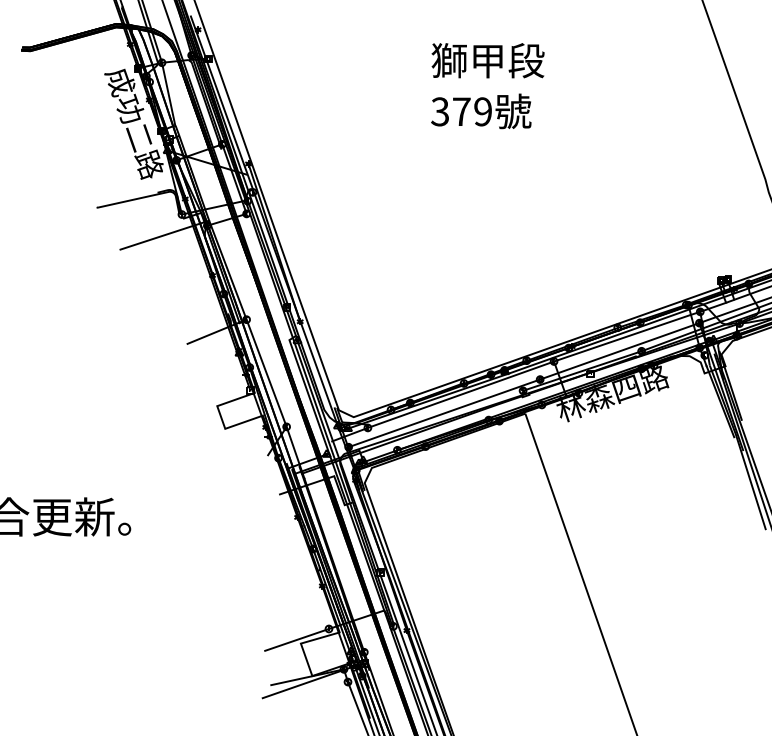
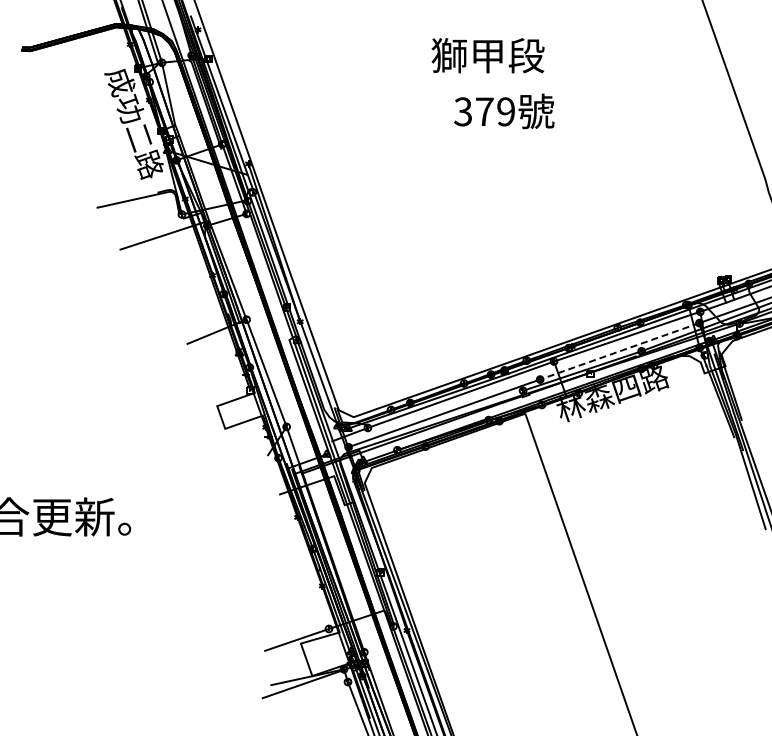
text at (487, 60) position: (487, 60) -> (487, 55)
text at (481, 111) position: (481, 111) -> (504, 111)
line at (619, 351): solid -> dashed
